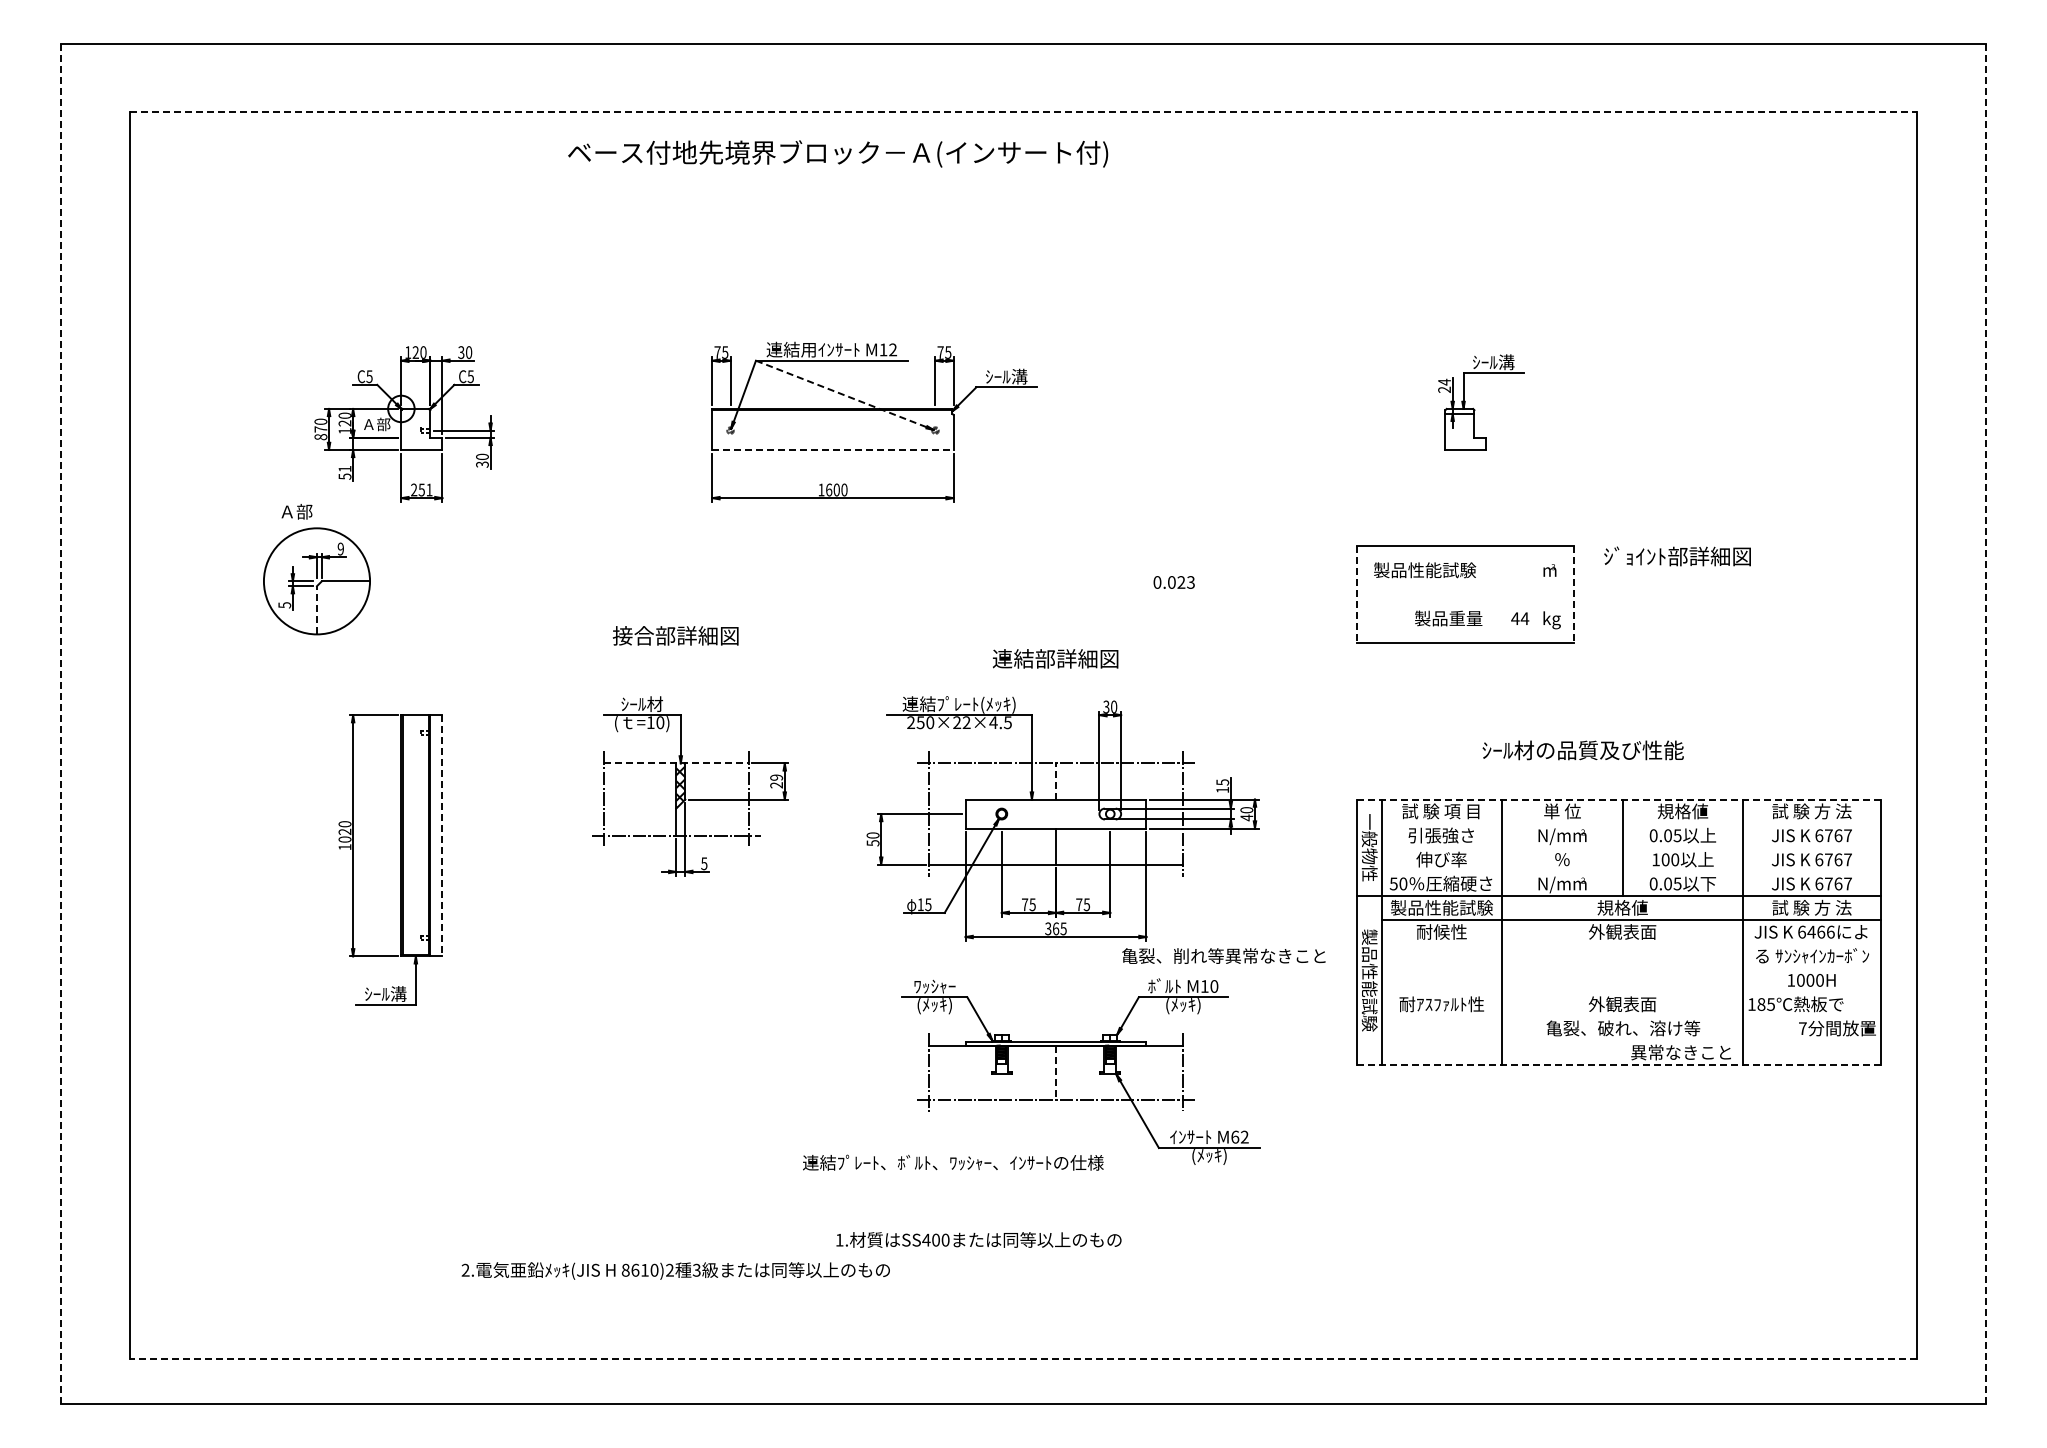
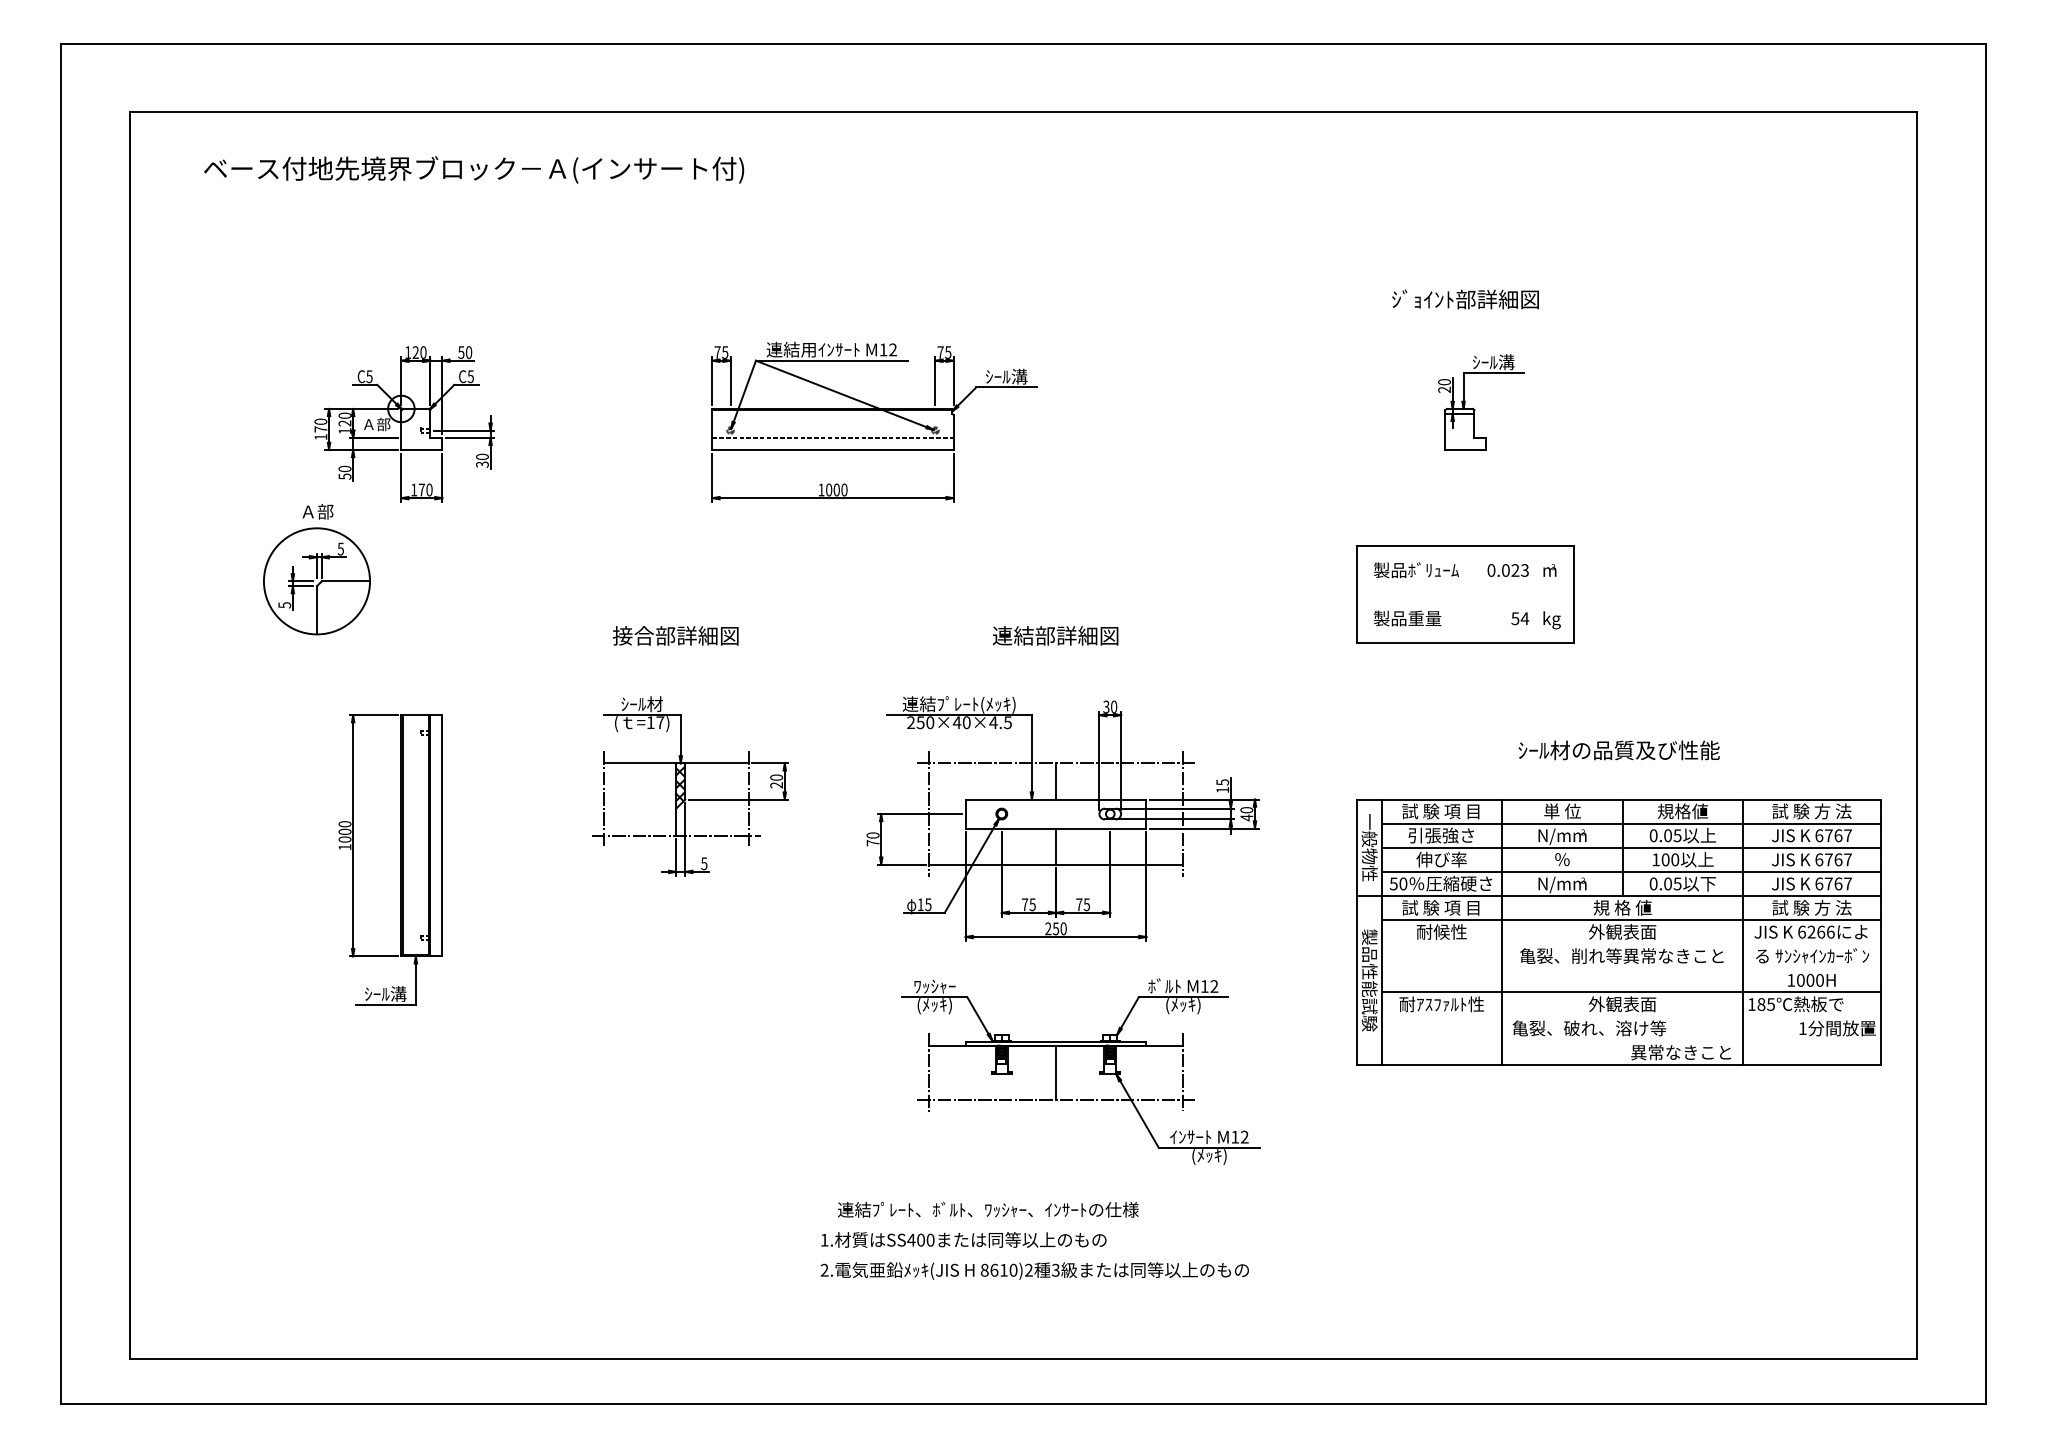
line at (1023, 112): dashed -> solid
text at (838, 153) position: (838, 153) -> (474, 169)
text at (461, 352): 30 -> 50
text at (1444, 381): 24 -> 20
line at (845, 395): dashed -> solid
text at (320, 437): 870 -> 170
line at (832, 437): none -> present
line at (833, 449): dashed -> solid
text at (344, 468): 51 -> 50
text at (421, 489): 251 -> 170
text at (829, 489): 1600 -> 1000
text at (296, 511) position: (296, 511) -> (317, 511)
text at (340, 548): 9 -> 5
text at (1677, 556) position: (1677, 556) -> (1465, 299)
text at (1442, 570): 製品性能試験 -> 製品ﾎﾞﾘｭｰﾑ
text at (1173, 582) position: (1173, 582) -> (1507, 570)
line at (1357, 595): dashed -> solid
line at (1574, 595): dashed -> solid
line at (317, 609): dashed -> solid
text at (1448, 618) position: (1448, 618) -> (1407, 618)
text at (1515, 618): 44 -> 54
text at (1055, 658) position: (1055, 658) -> (1055, 635)
text at (660, 722): =10) -> =17)
text at (961, 722): 250×22×4.5 -> 250×40×4.5
line at (61, 723): dashed -> solid
line at (1985, 723): dashed -> solid
text at (1582, 750) position: (1582, 750) -> (1618, 750)
line at (676, 763): dashed -> solid
text at (776, 777): 29 -> 20
line at (1056, 781): dashed -> solid
line at (1619, 799): dashed -> solid
line at (1630, 823): none -> present
text at (344, 831): 1020 -> 1000
line at (442, 835): dashed -> solid
text at (872, 843): 50 -> 70
line at (1630, 847): none -> present
line at (1630, 871): none -> present
text at (1441, 907): 製品性能試験 -> 試 験 項 目
text at (1622, 907): 規格値 -> 規 格 値
text at (1055, 928): 365 -> 250
text at (1811, 931): 6466 -> 6266
text at (1223, 955) position: (1223, 955) -> (1621, 955)
text at (1214, 986): M10 -> M12
line at (1630, 992): none -> present
text at (1623, 1028) position: (1623, 1028) -> (1589, 1028)
text at (1802, 1028): 7 -> 1
line at (1619, 1064): dashed -> solid
line at (1056, 1073): dashed -> solid
text at (1235, 1136): M62 -> M12
text at (953, 1162) position: (953, 1162) -> (988, 1209)
text at (978, 1239) position: (978, 1239) -> (963, 1239)
text at (675, 1270) position: (675, 1270) -> (1034, 1270)
line at (1023, 1358): dashed -> solid
